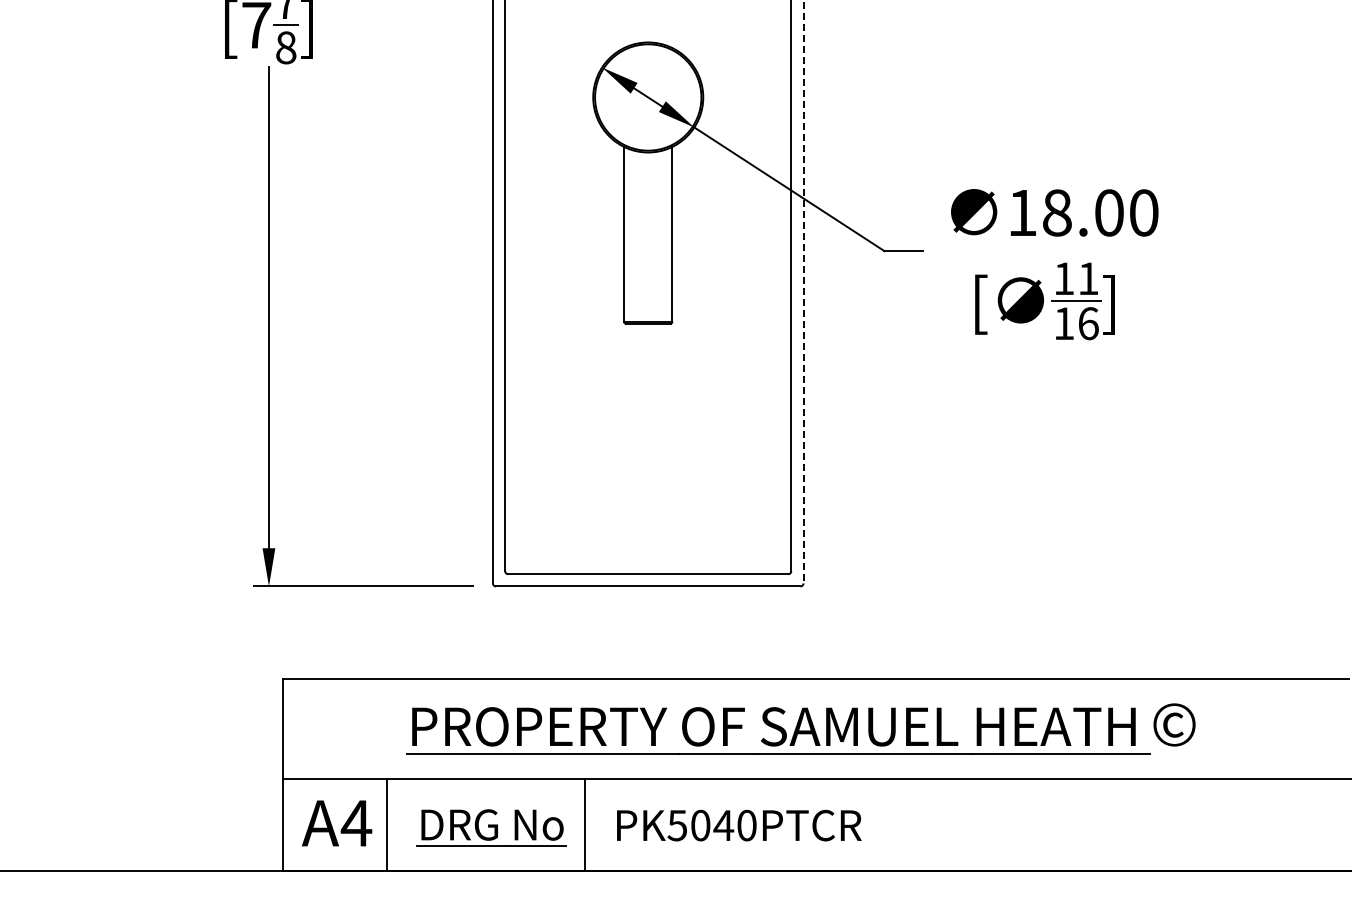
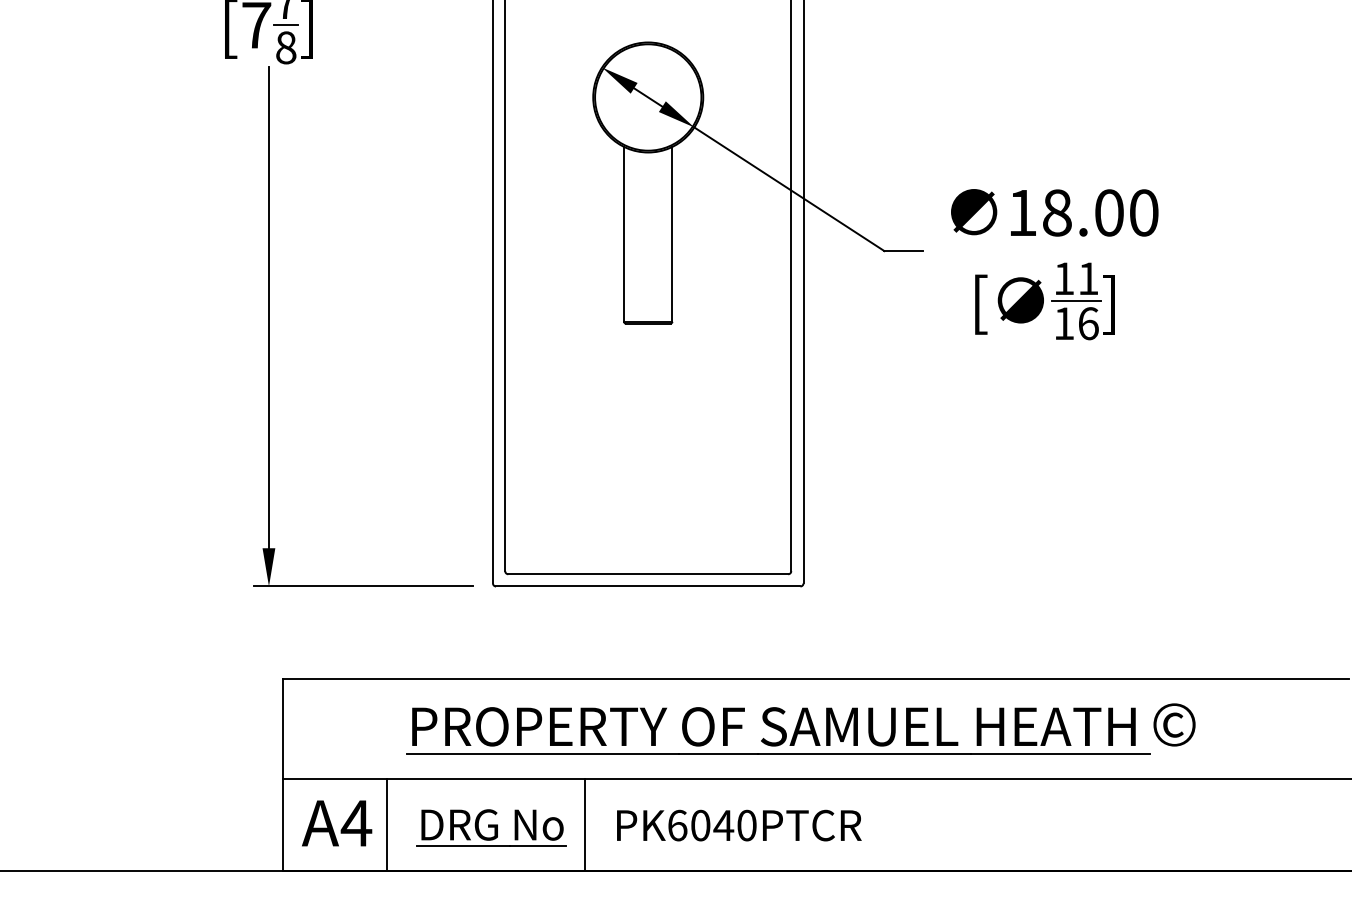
line at (803, 292): dashed -> solid
text at (677, 825): PK5040PTCR -> PK6040PTCR
